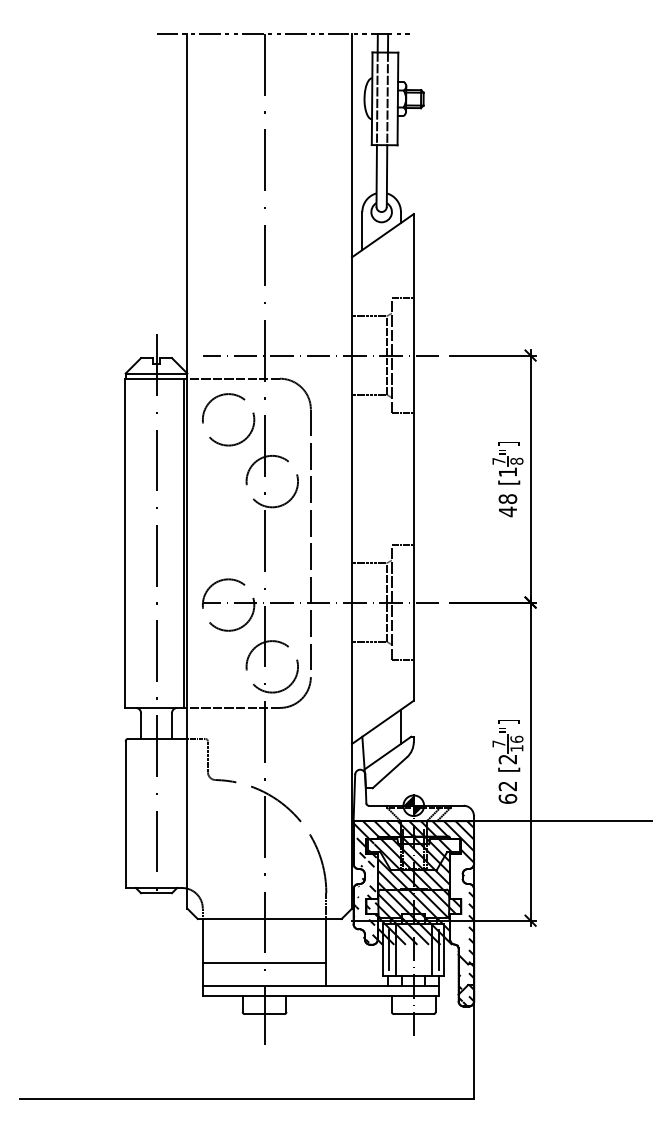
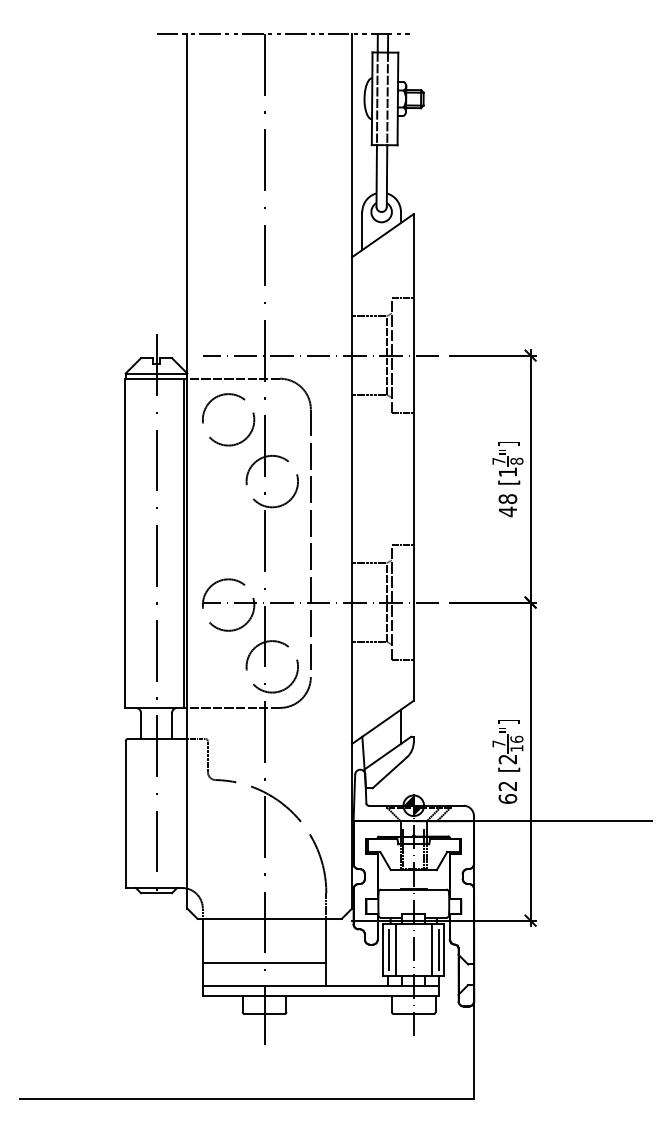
hatch at (413, 913): present -> none
